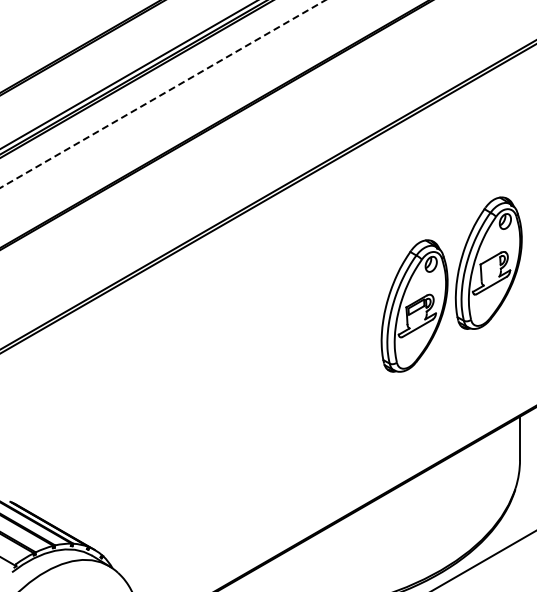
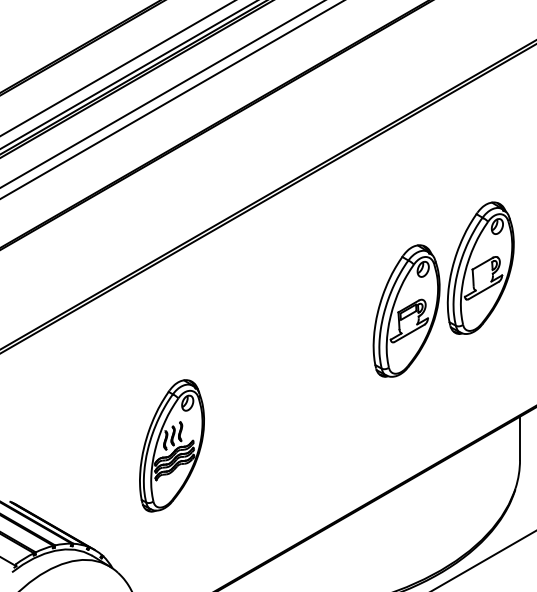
line at (117, 68): none -> present
line at (162, 94): dashed -> solid
line at (171, 99): none -> present
part at (451, 284) position: (451, 284) -> (443, 289)
part at (171, 445): none -> present
